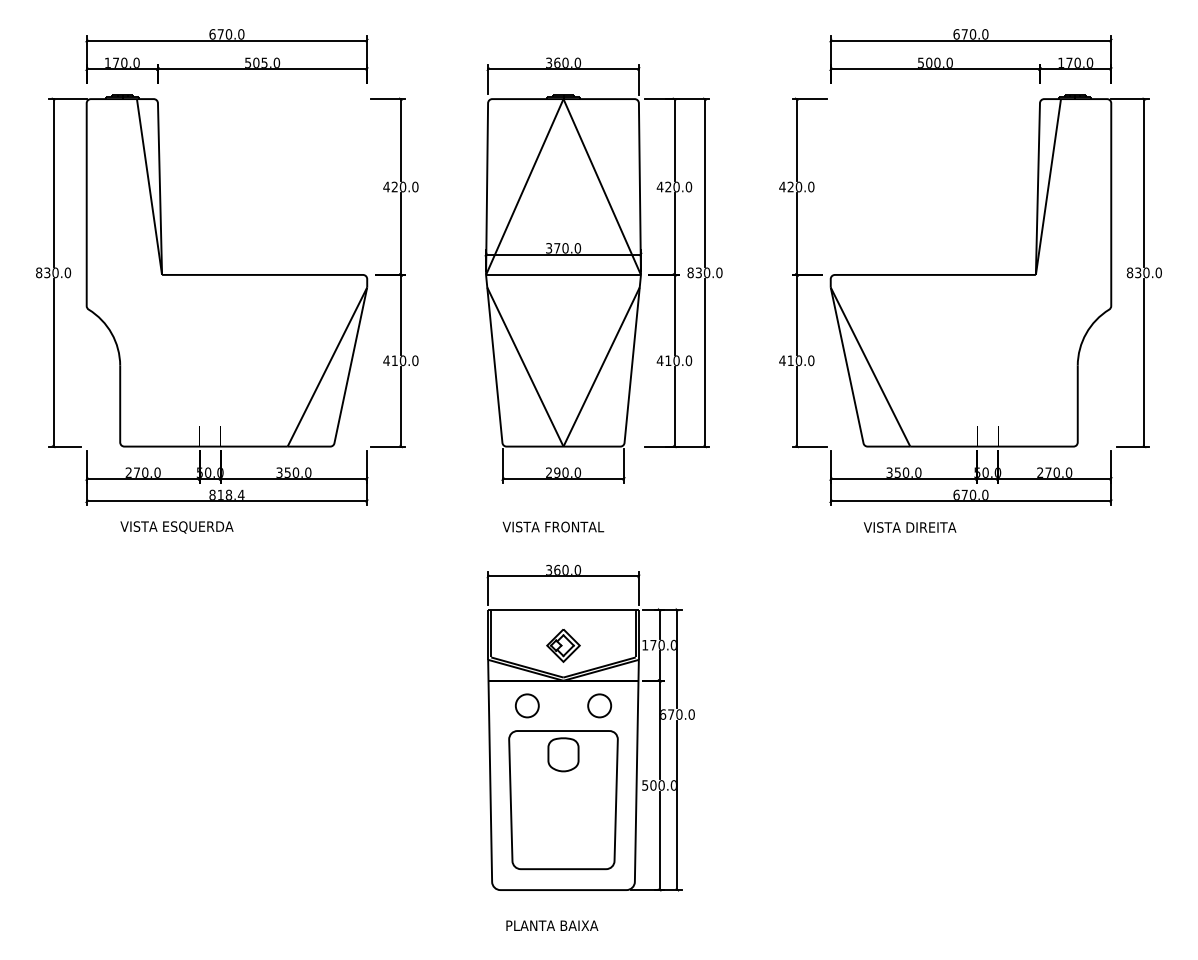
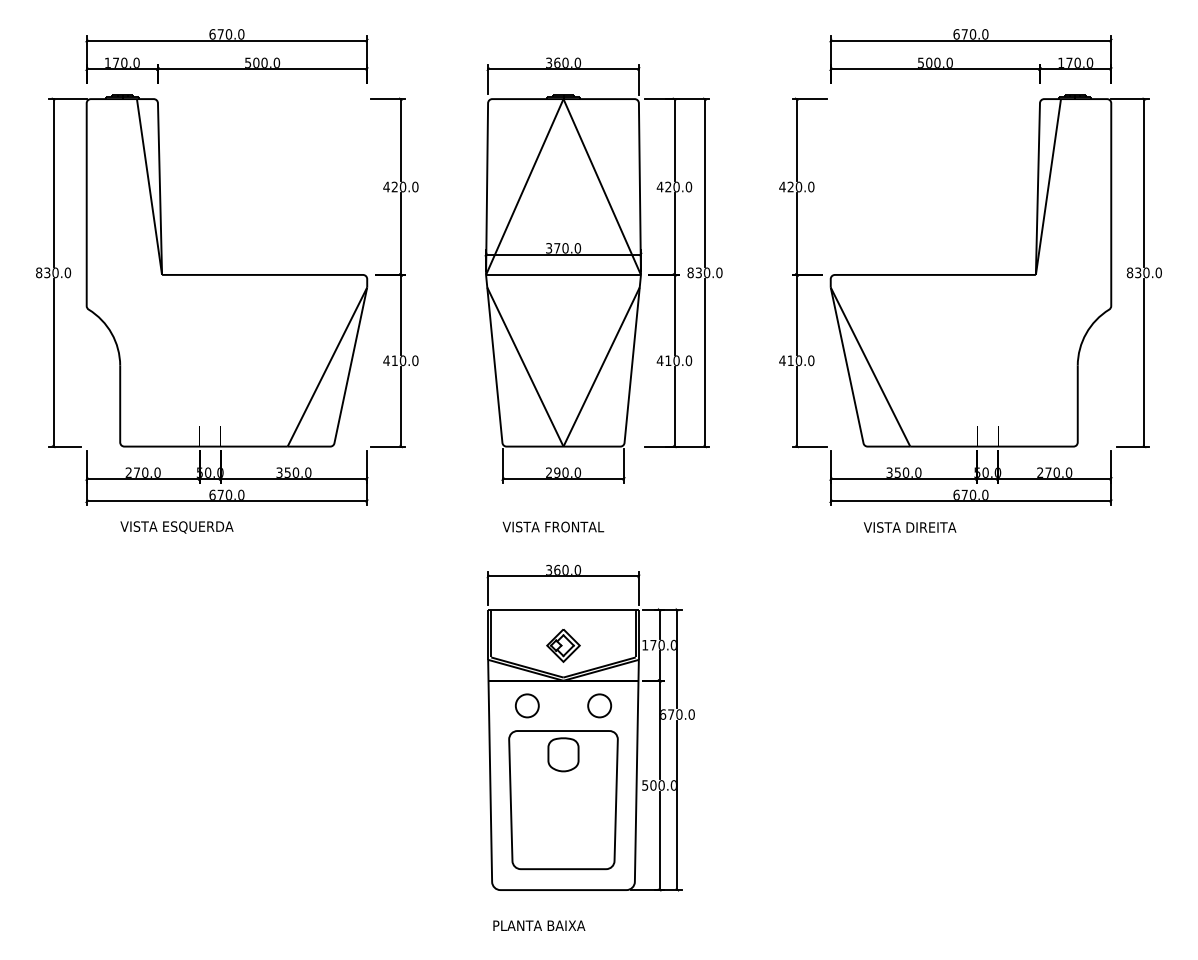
text at (264, 62): 505.0 -> 500.0
text at (226, 494): 818.4 -> 670.0
text at (552, 925) position: (552, 925) -> (539, 925)
